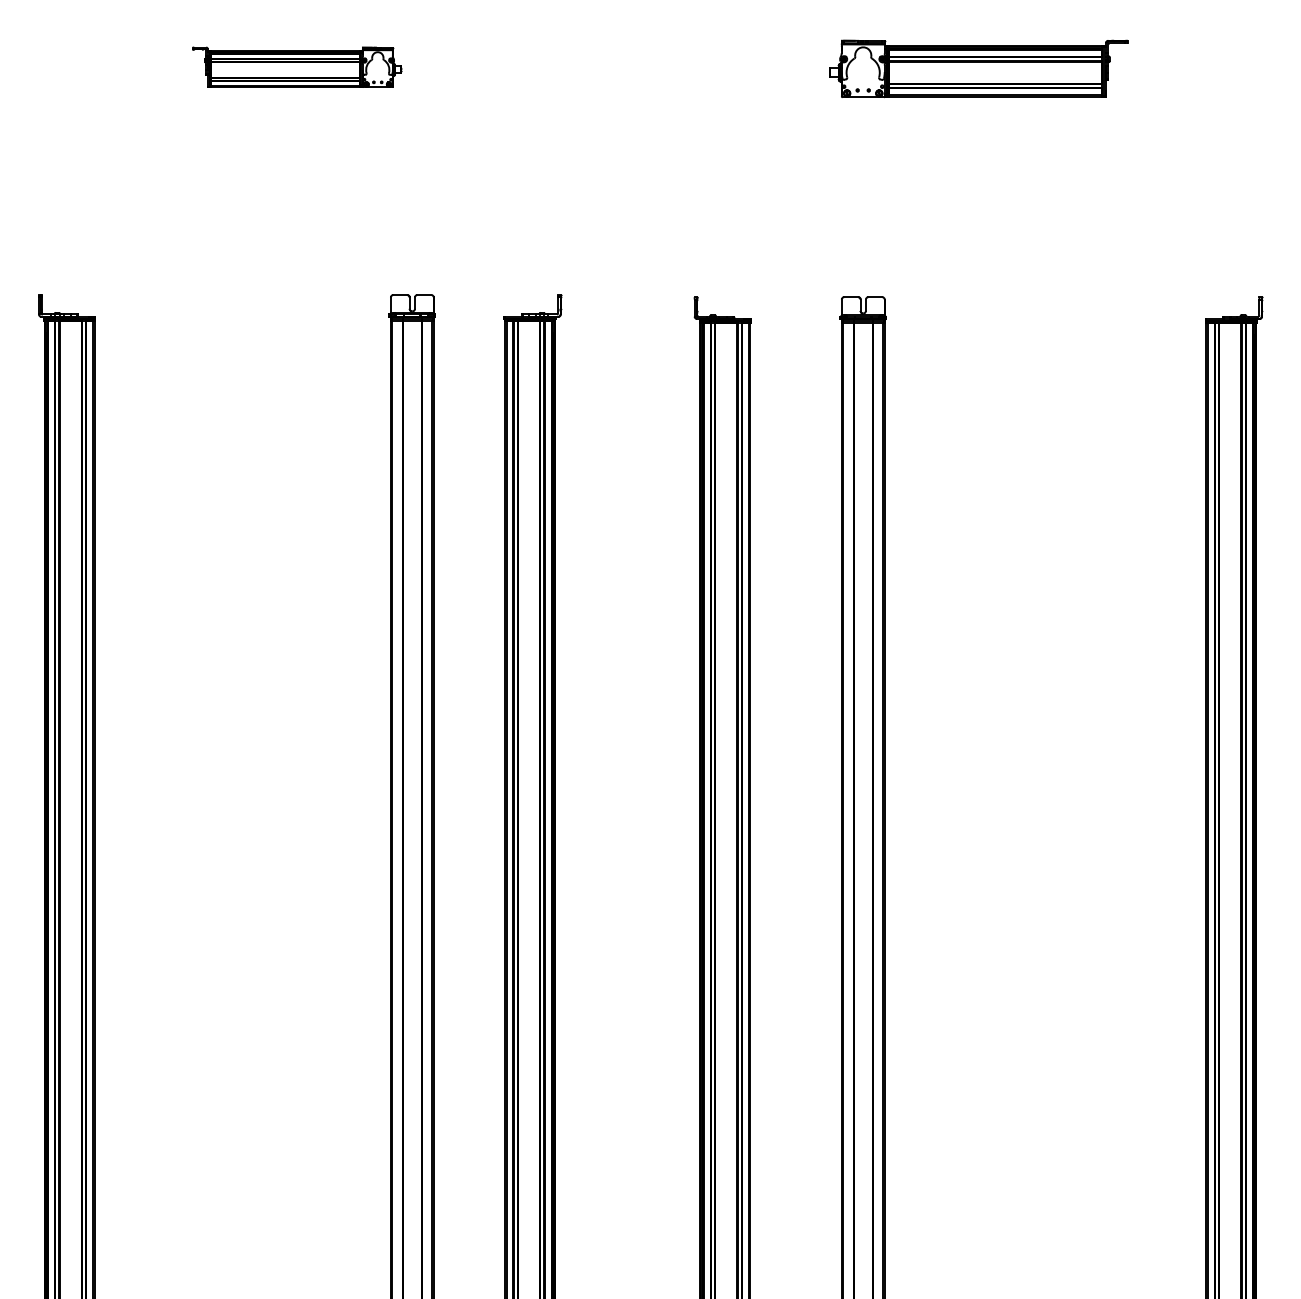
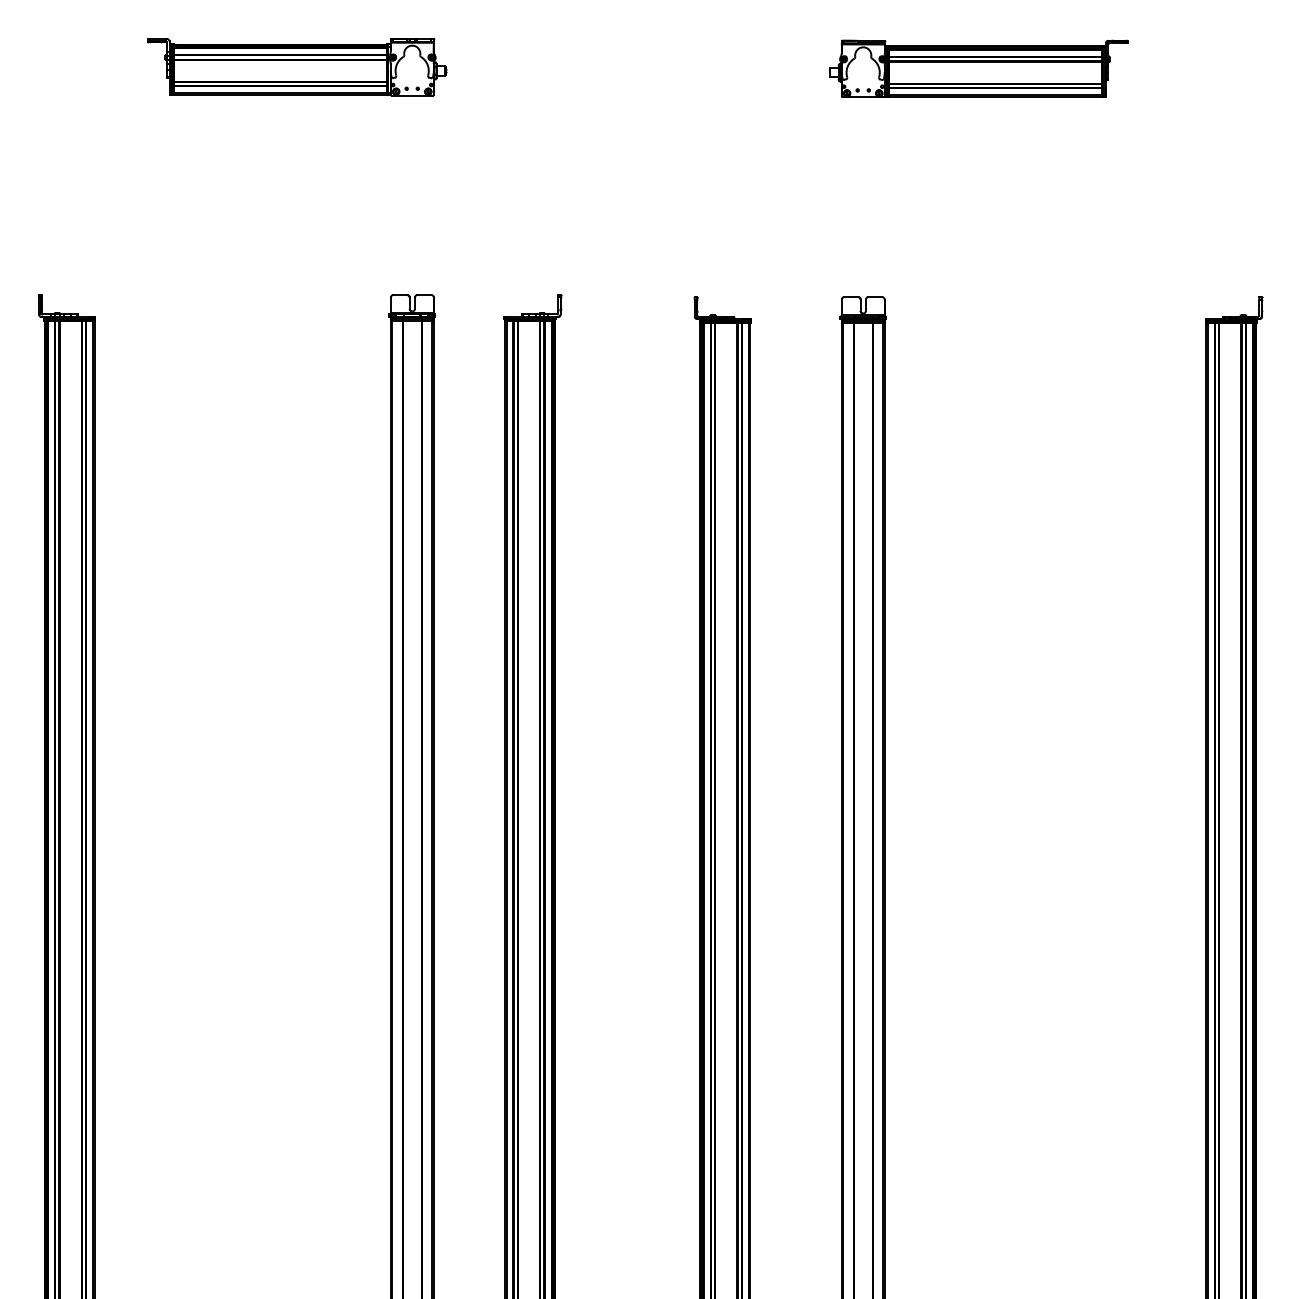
part at (297, 66) size: 211x42 px -> 301x59 px
